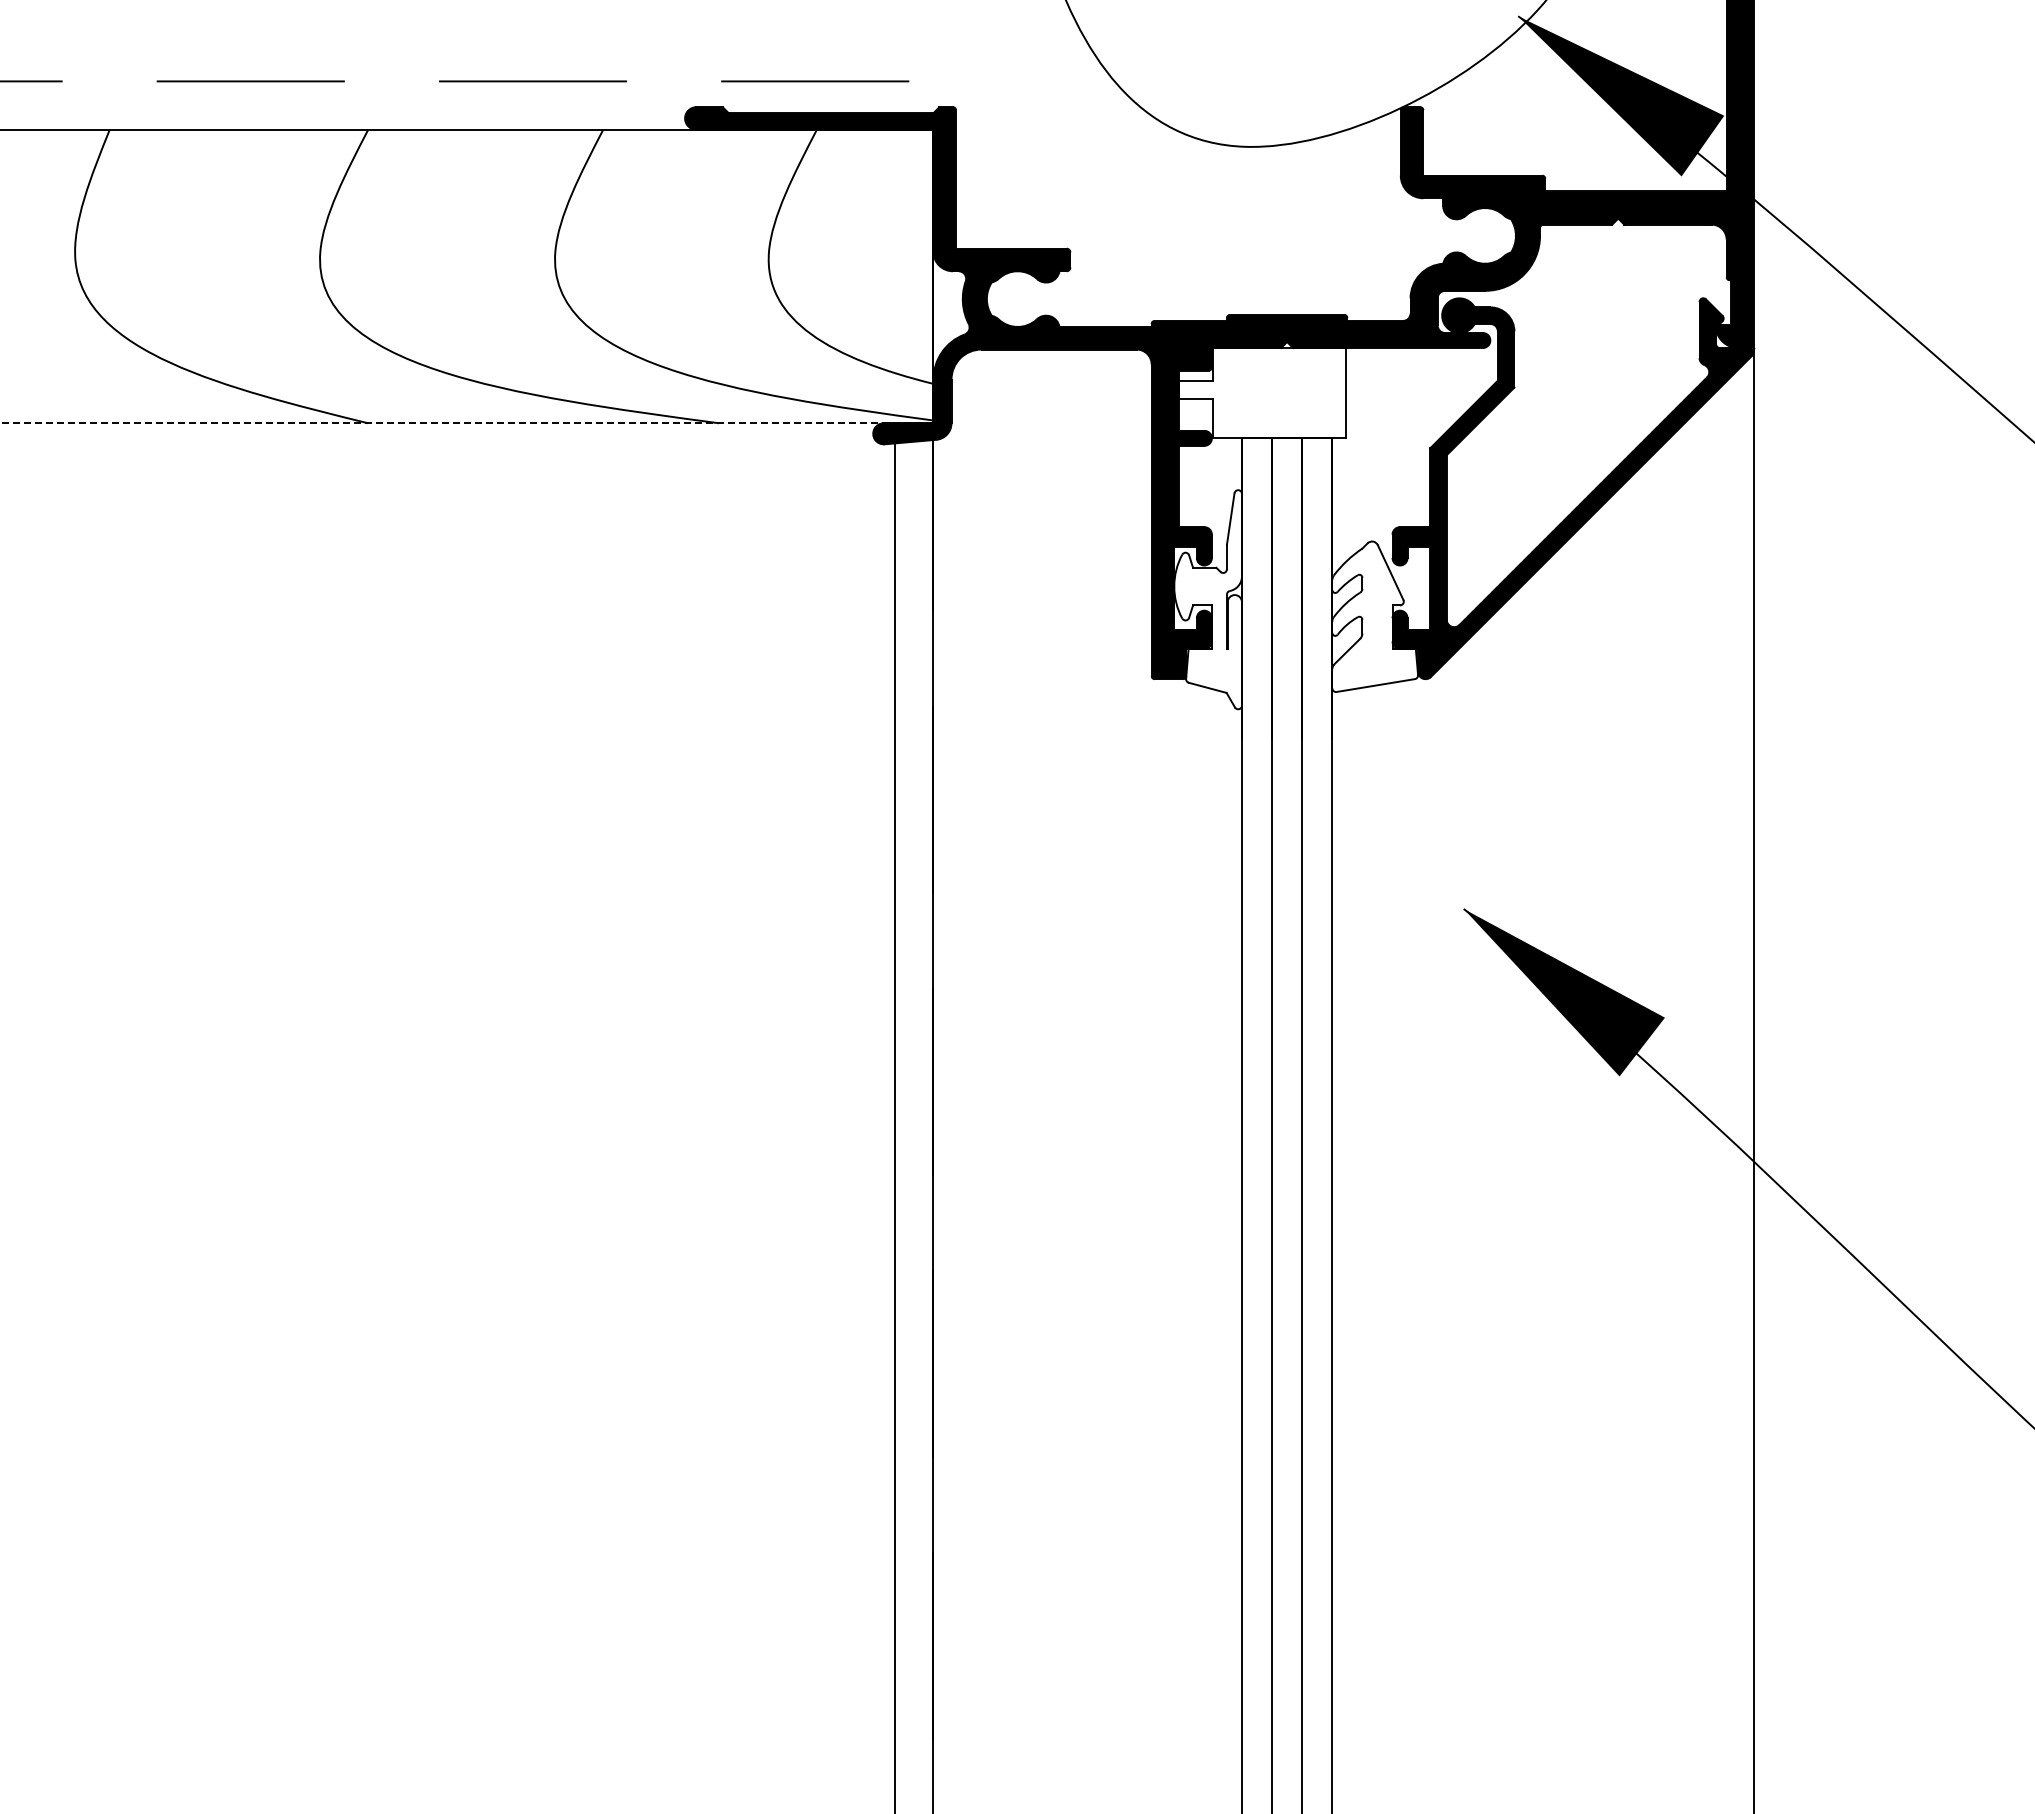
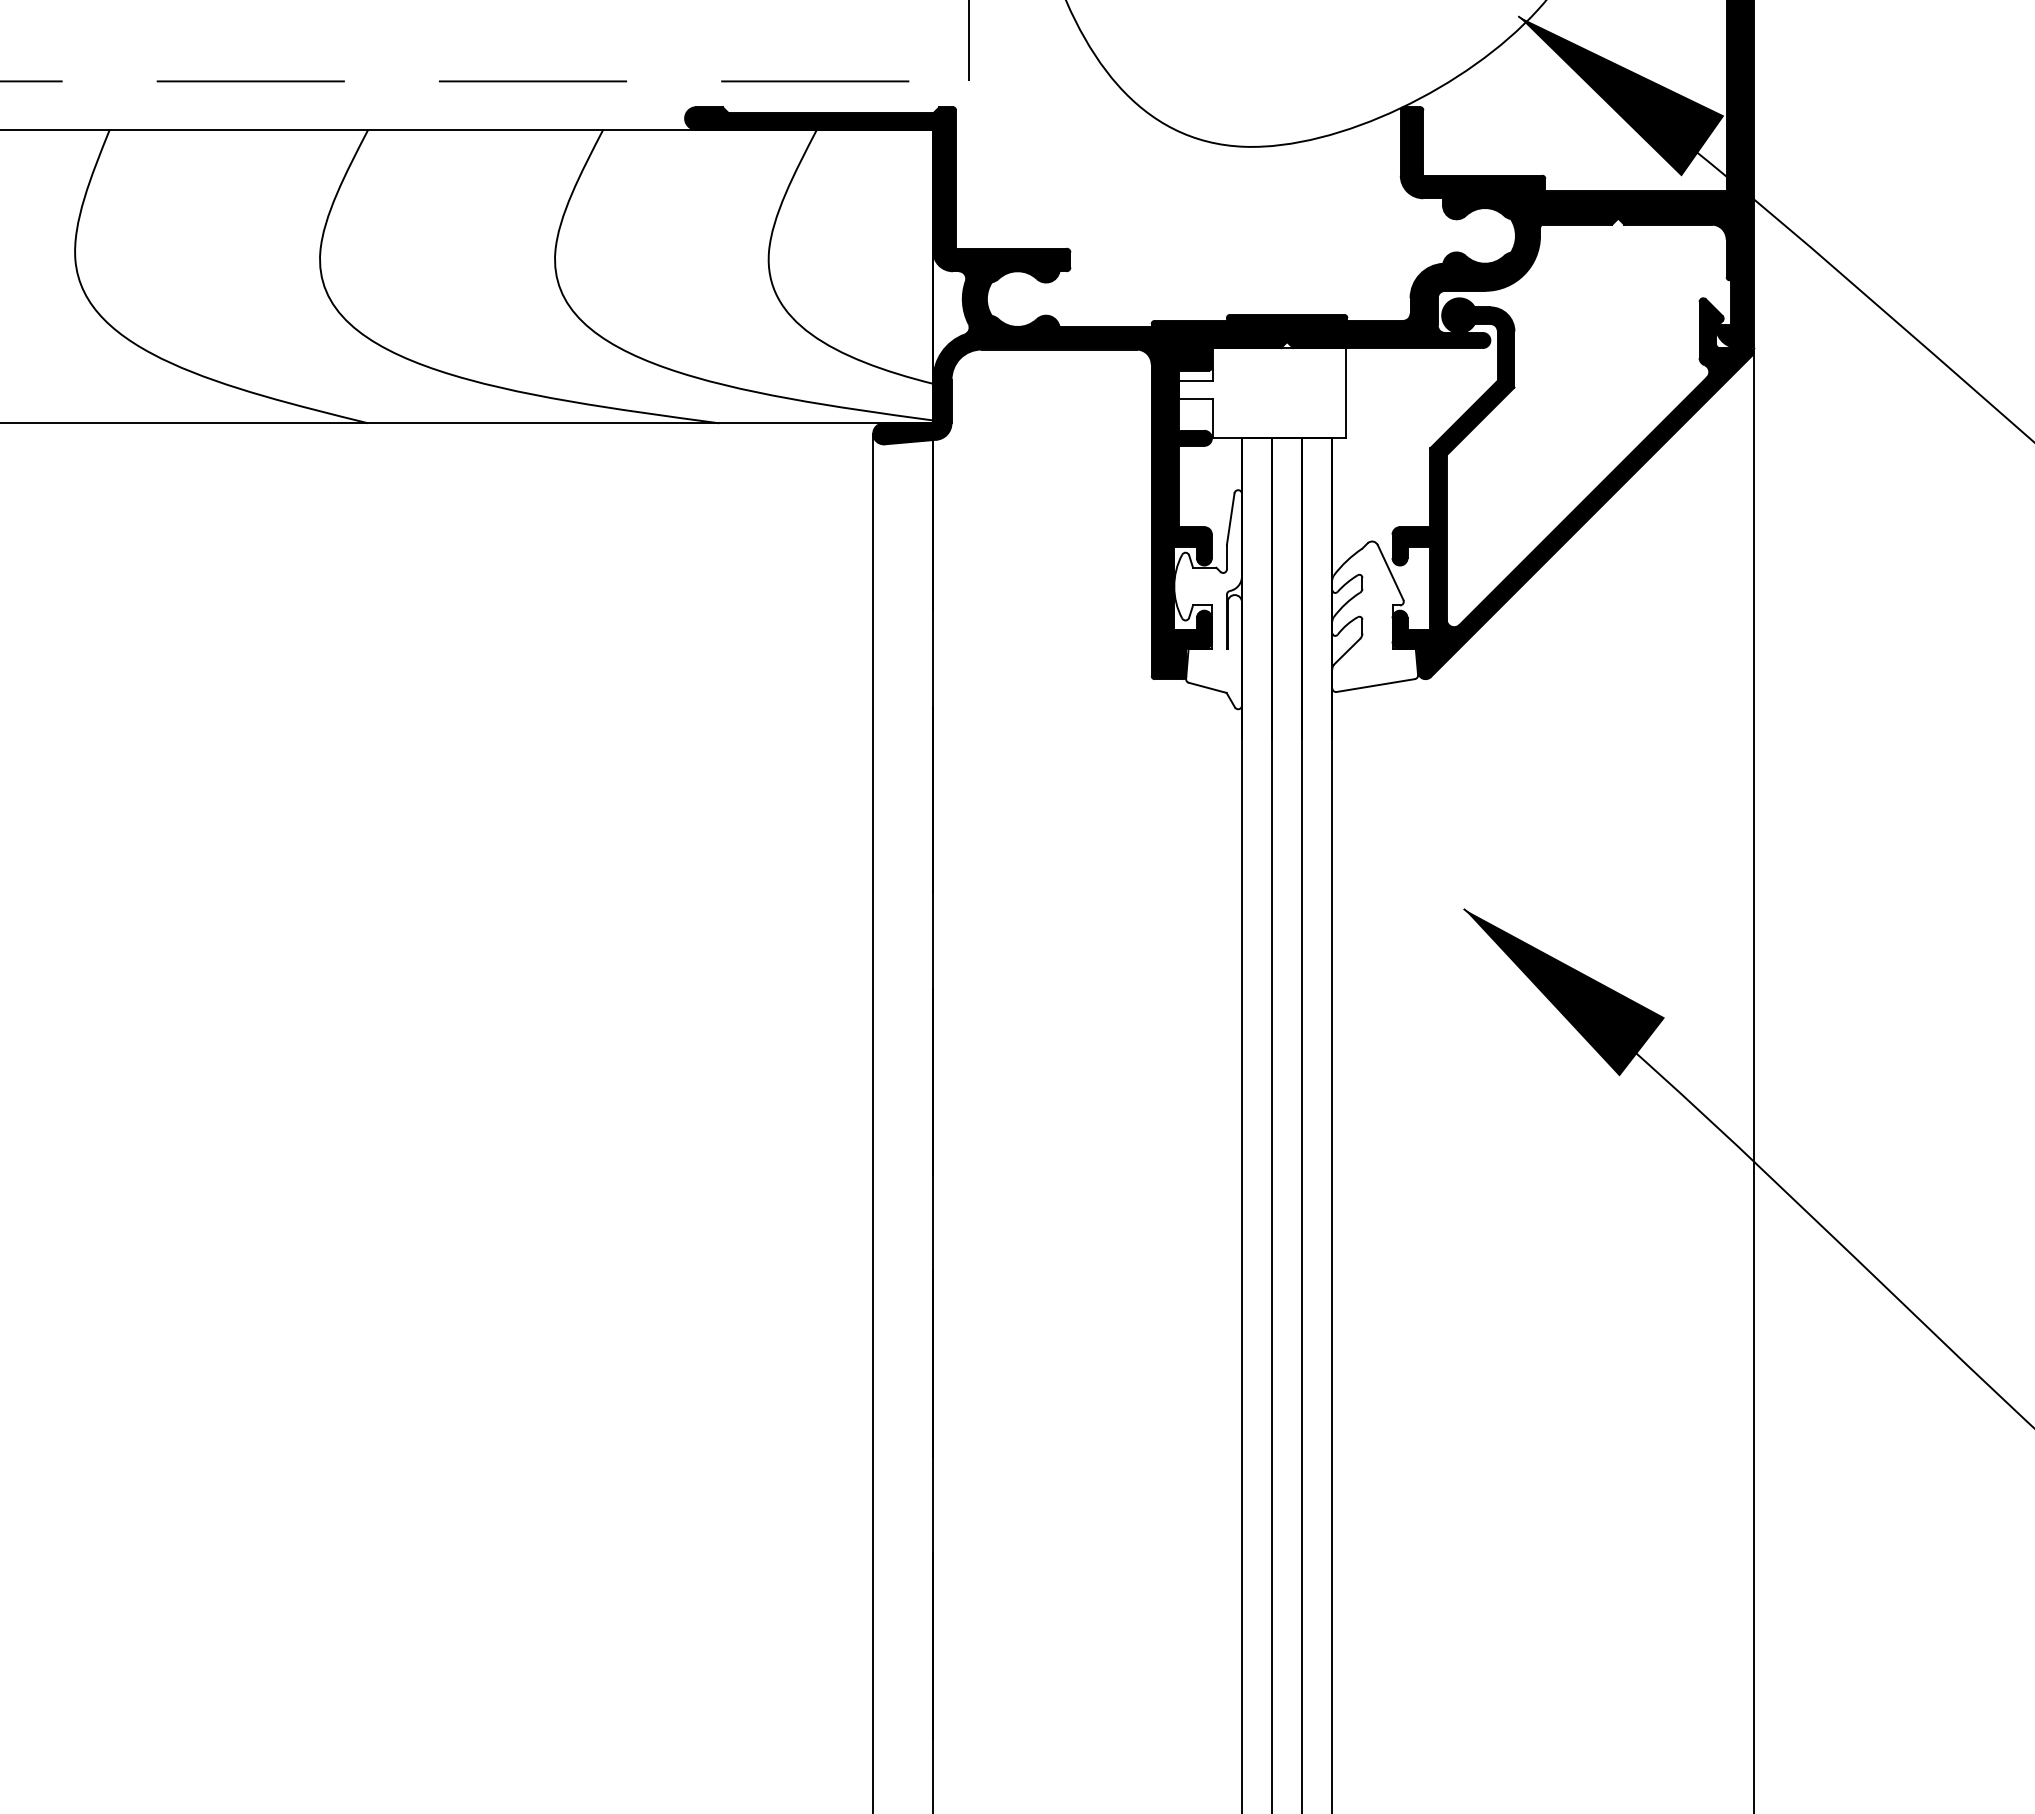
line at (968, 41): none -> present
line at (466, 423): dashed -> solid
line at (895, 1122) position: (895, 1122) -> (873, 1122)
